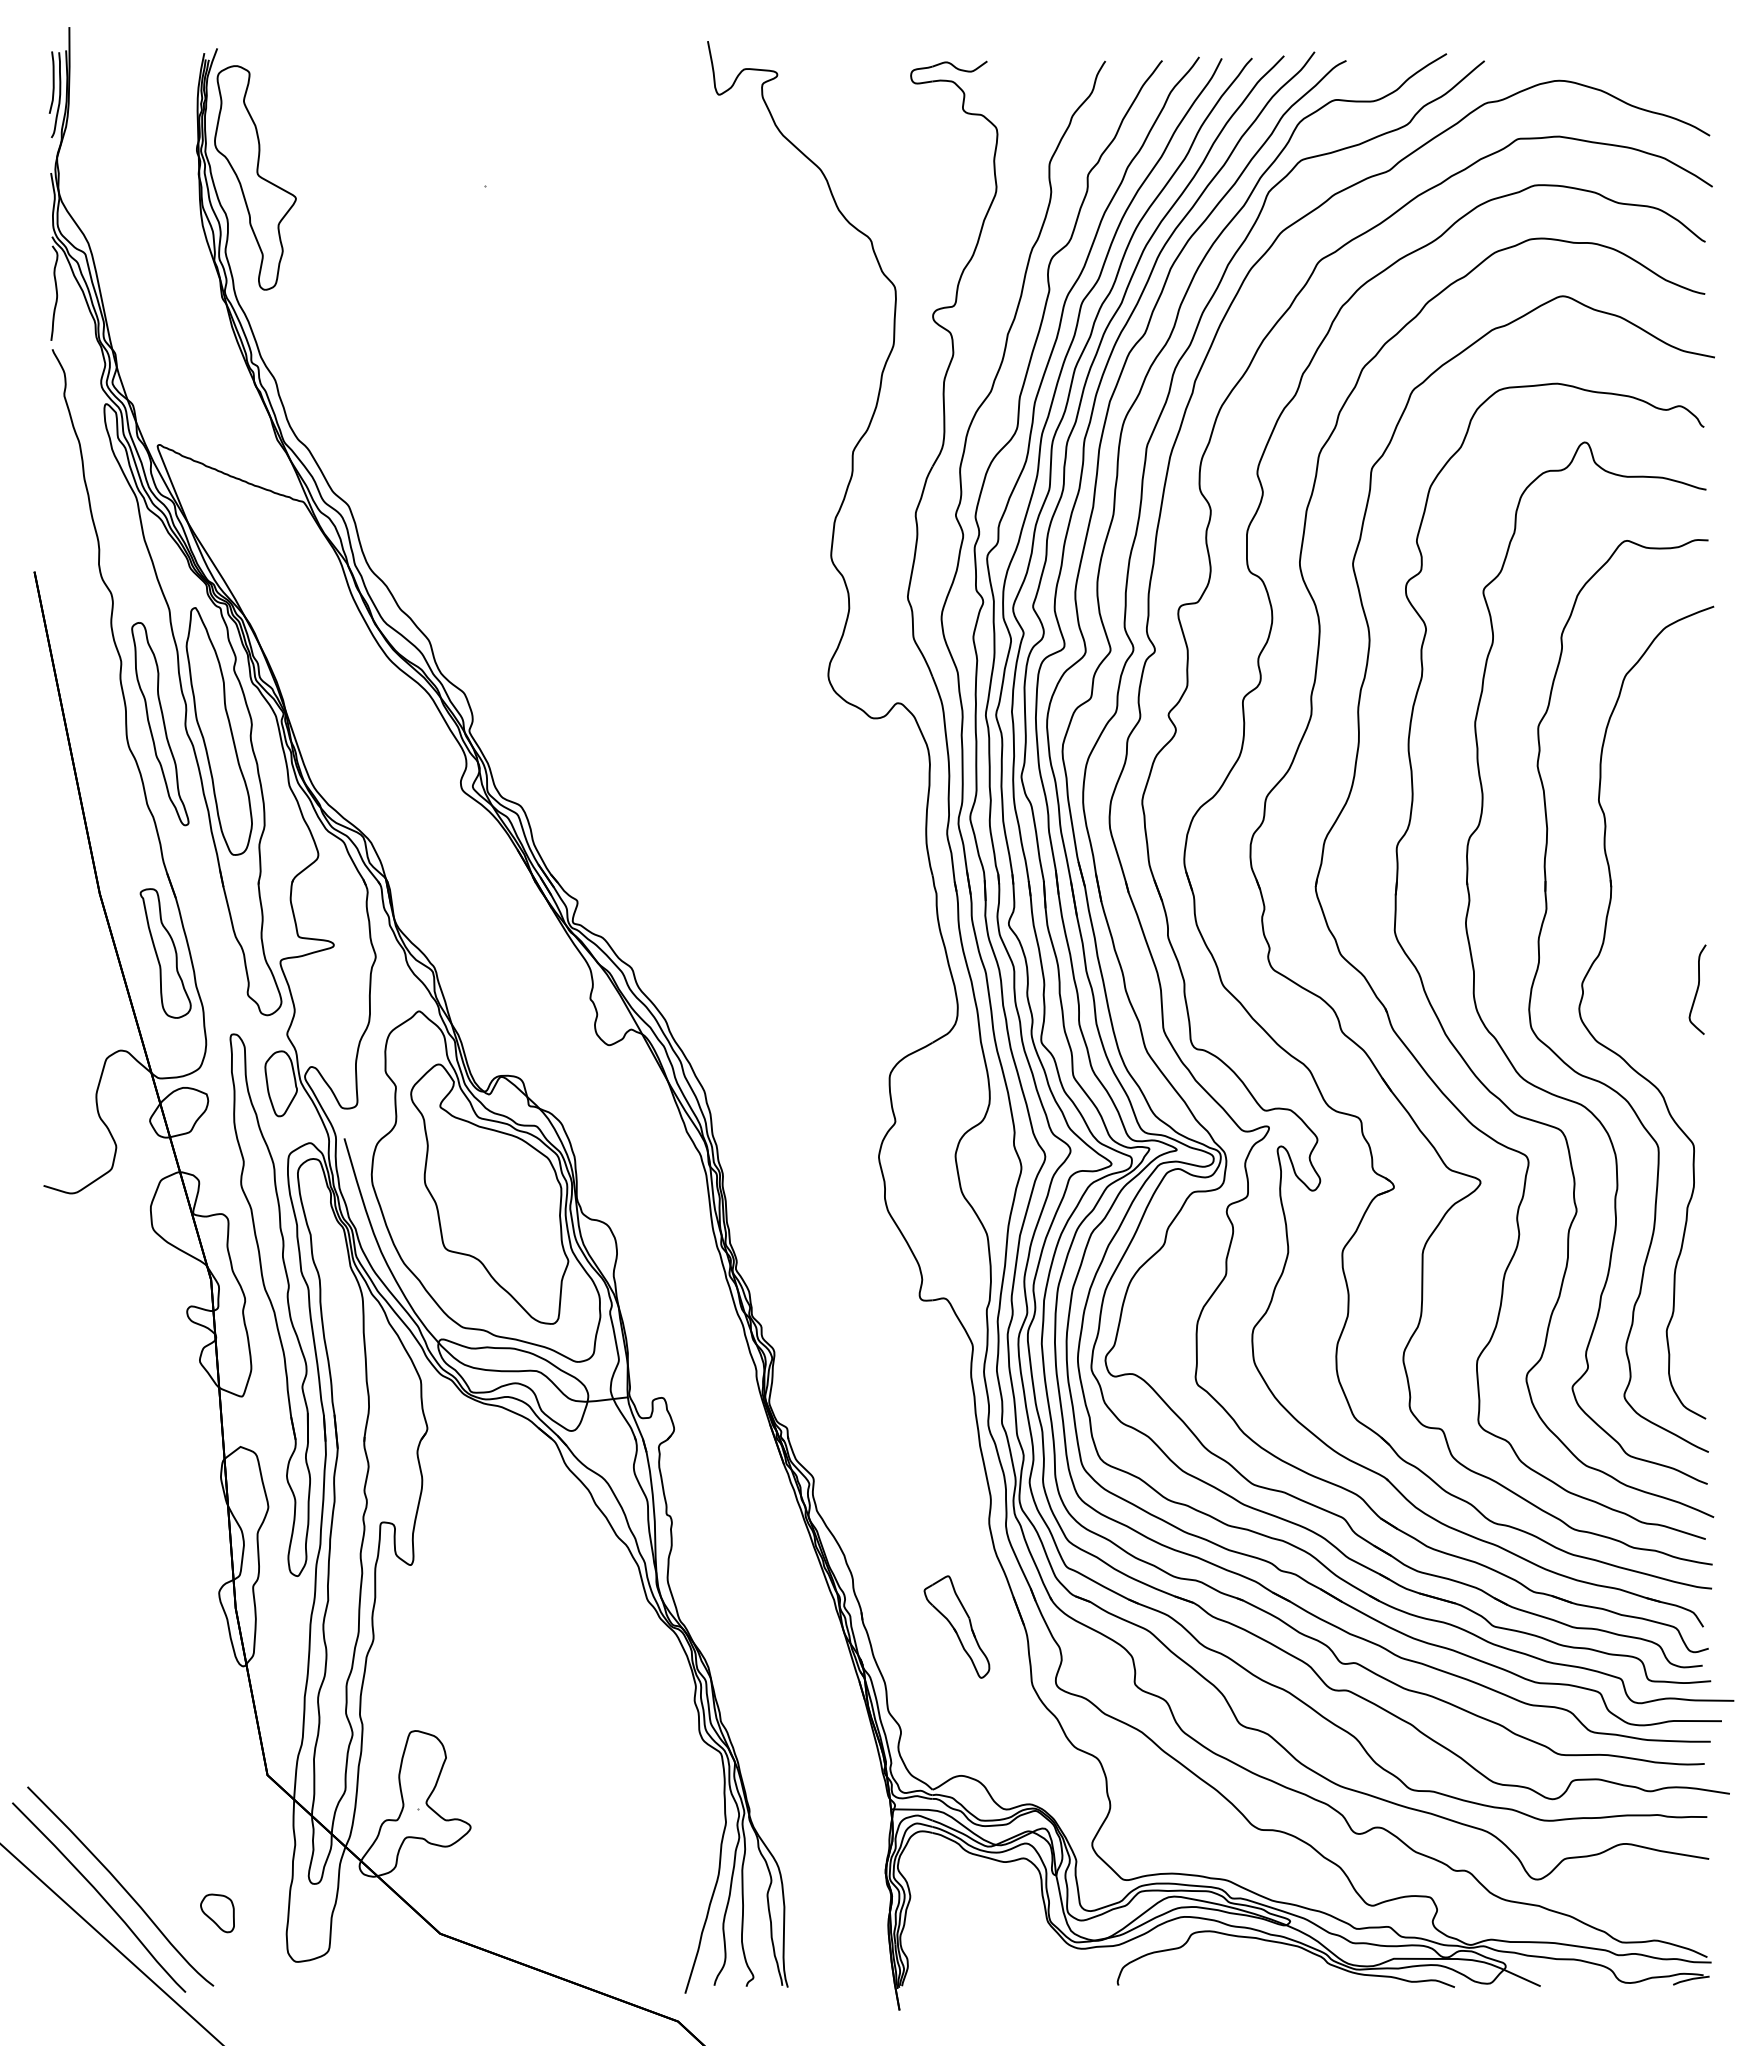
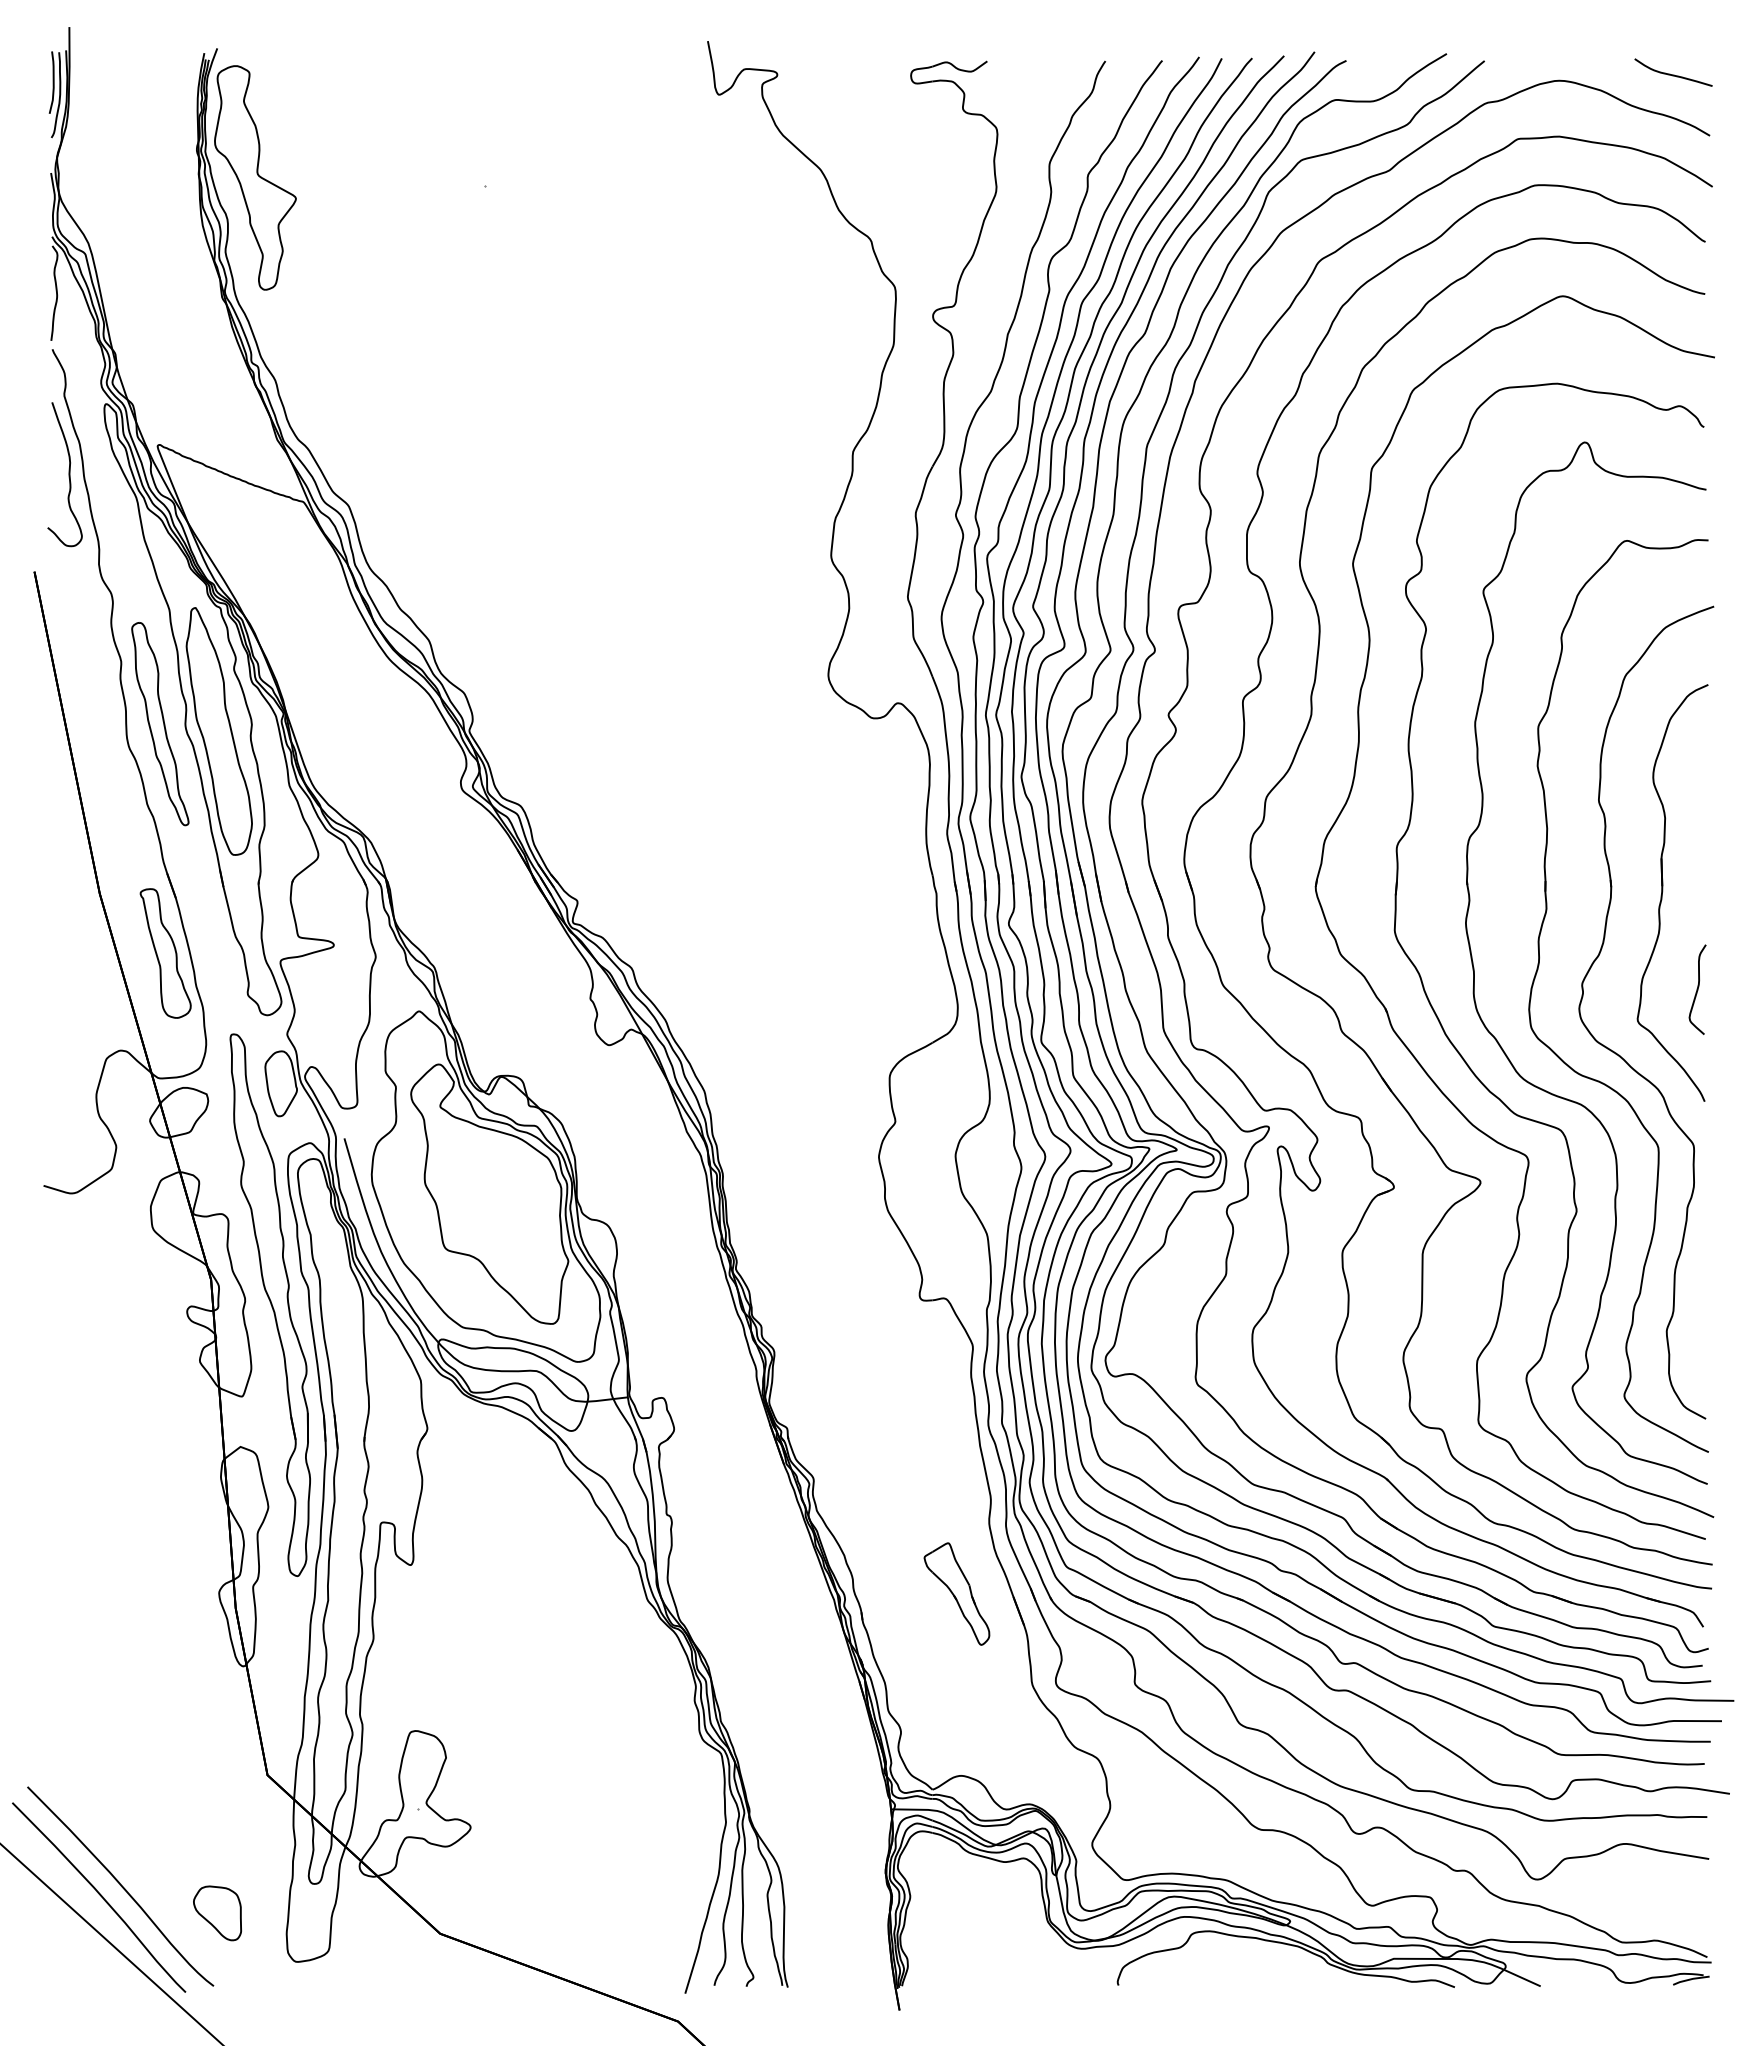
curve at (1673, 74): none -> present
curve at (68, 474): none -> present
part at (1663, 891): none -> present
part at (956, 1626) position: (956, 1626) -> (956, 1593)
part at (217, 1913) size: 35x41 px -> 49x57 px
